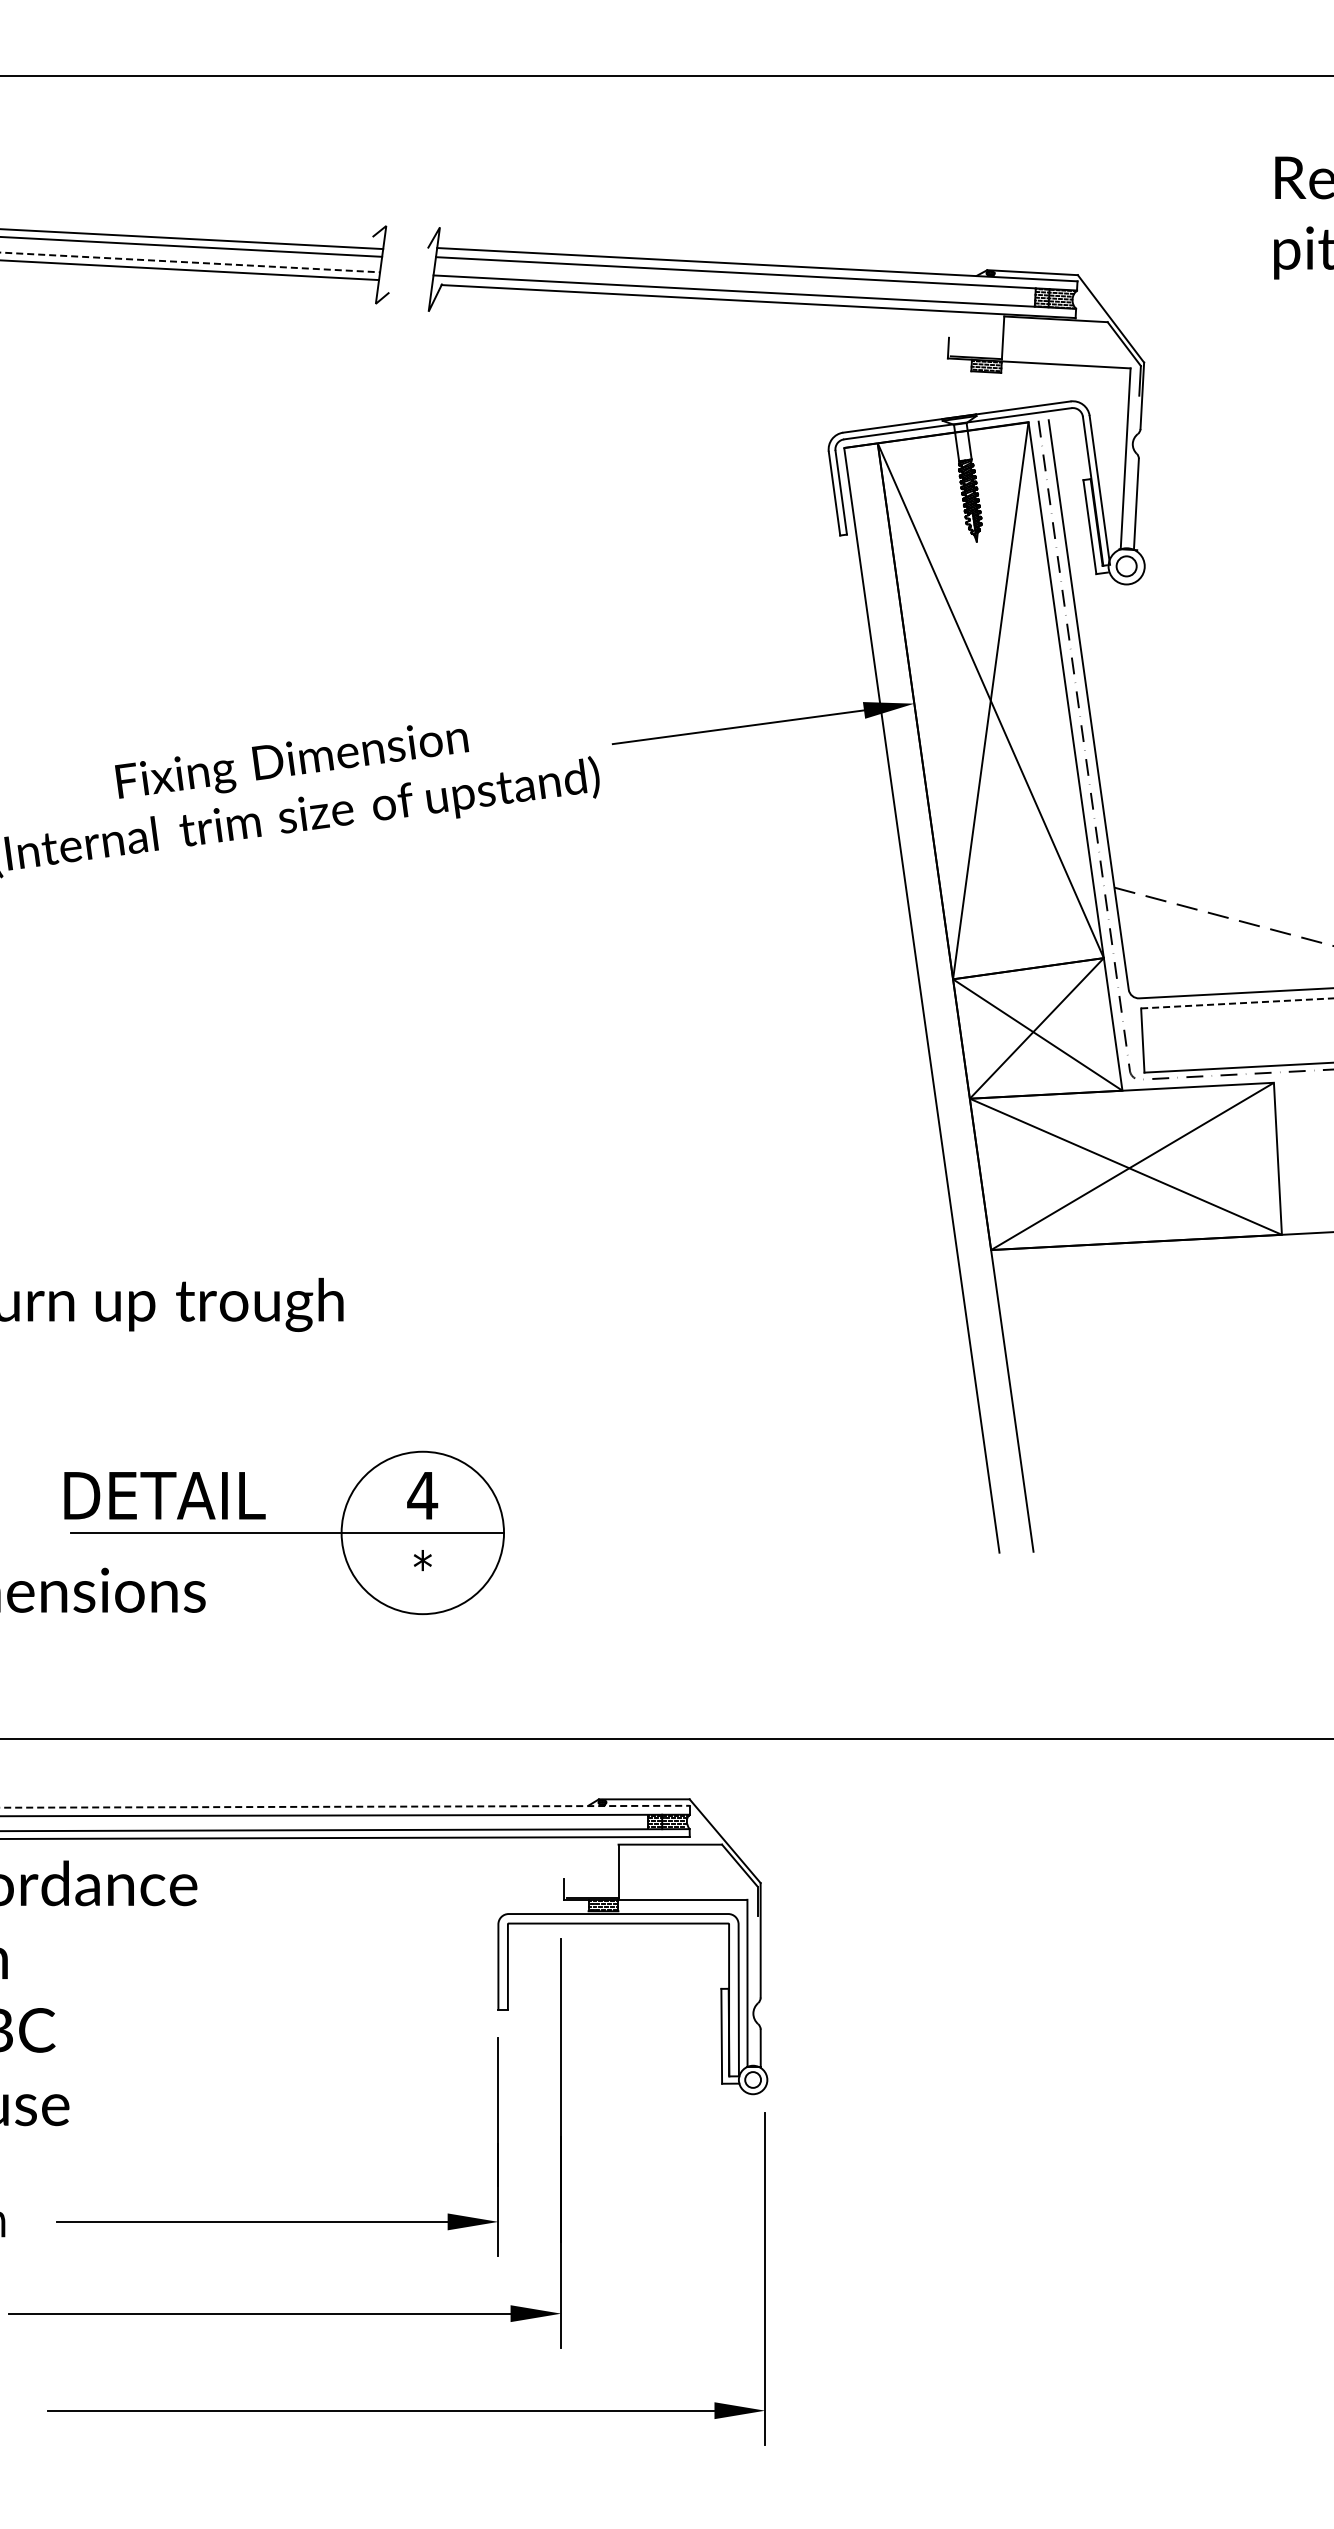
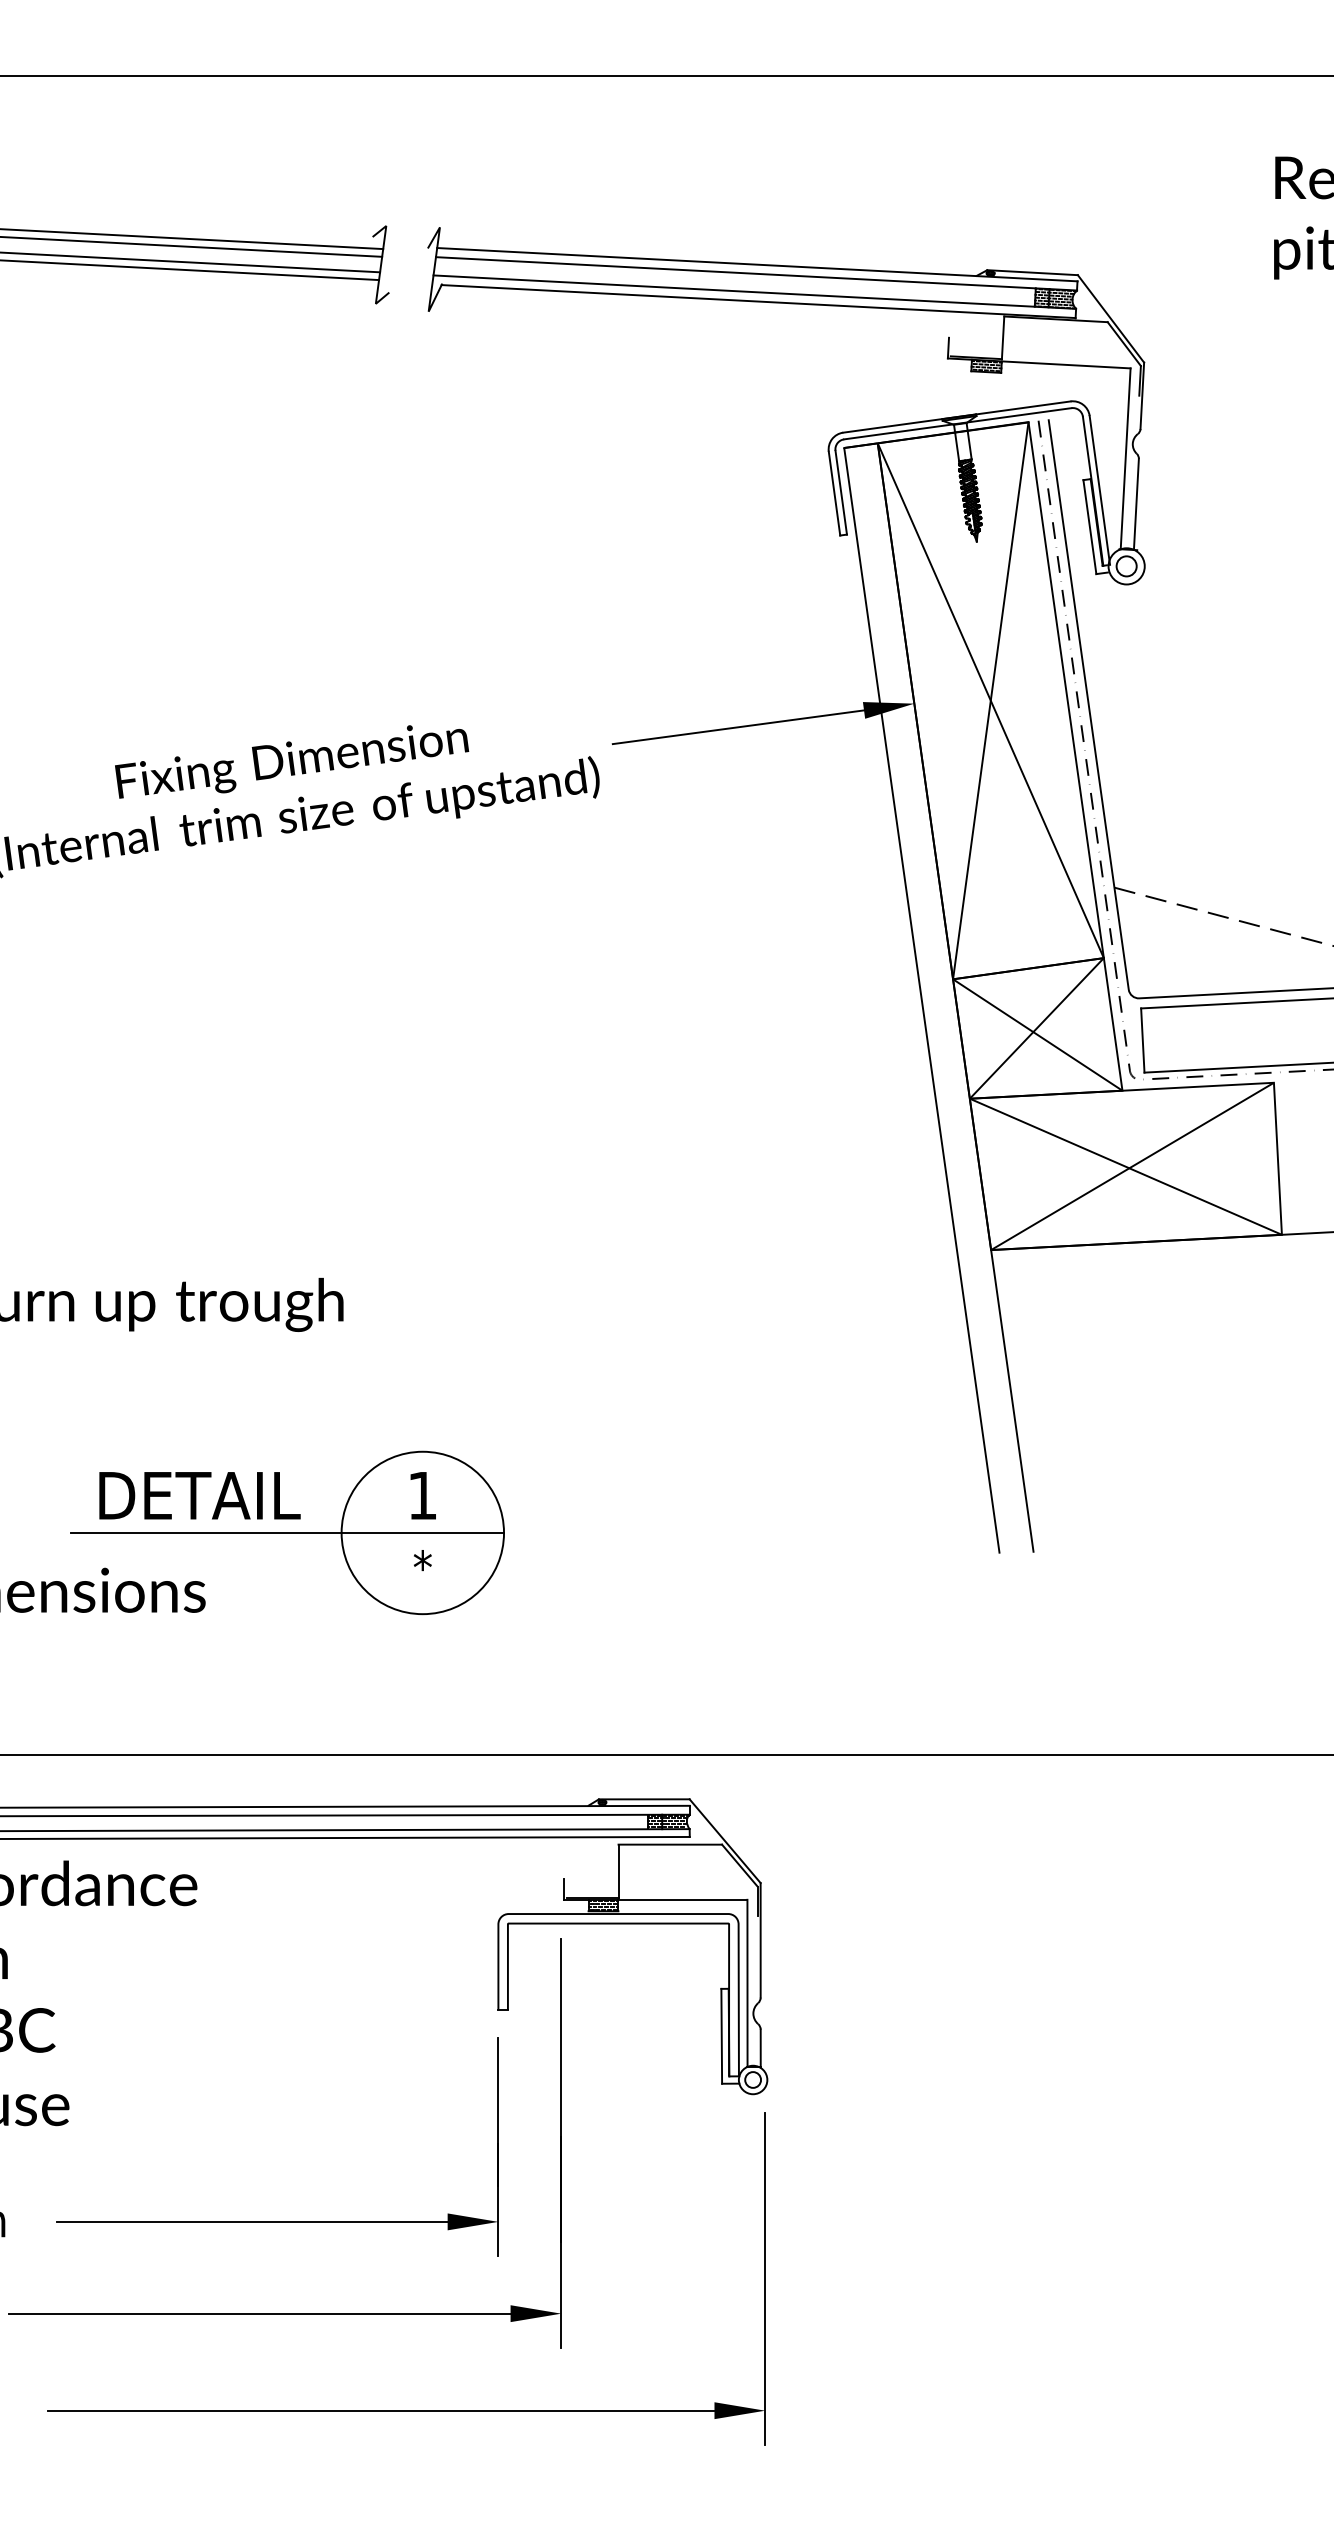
line at (190, 262): dashed -> solid
line at (1237, 1003): dashed -> solid
text at (164, 1495) position: (164, 1495) -> (199, 1495)
text at (422, 1495): 4 -> 1
line at (666, 1739) position: (666, 1739) -> (666, 1755)
line at (345, 1806): dashed -> solid
